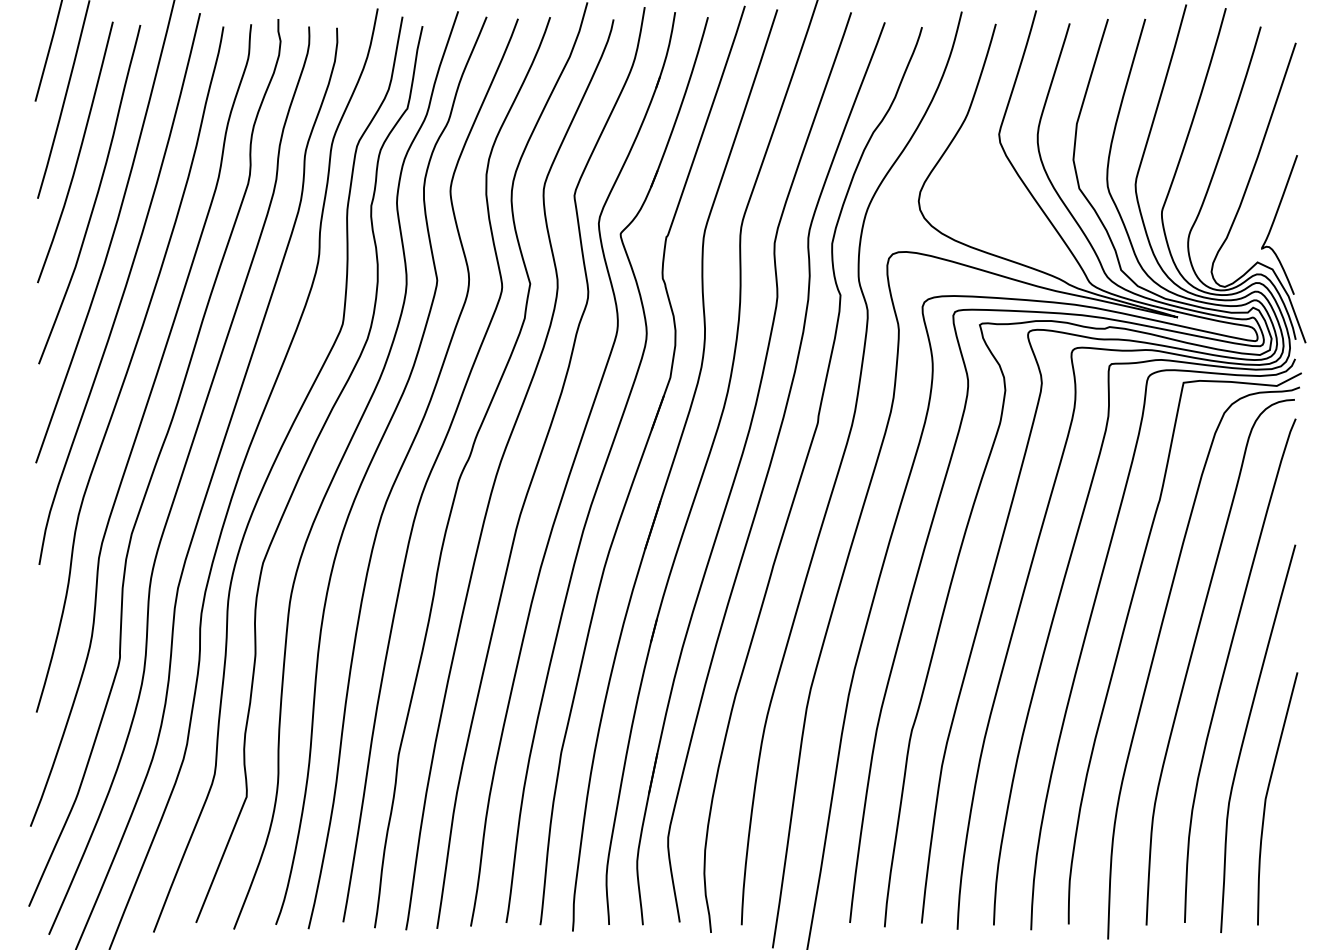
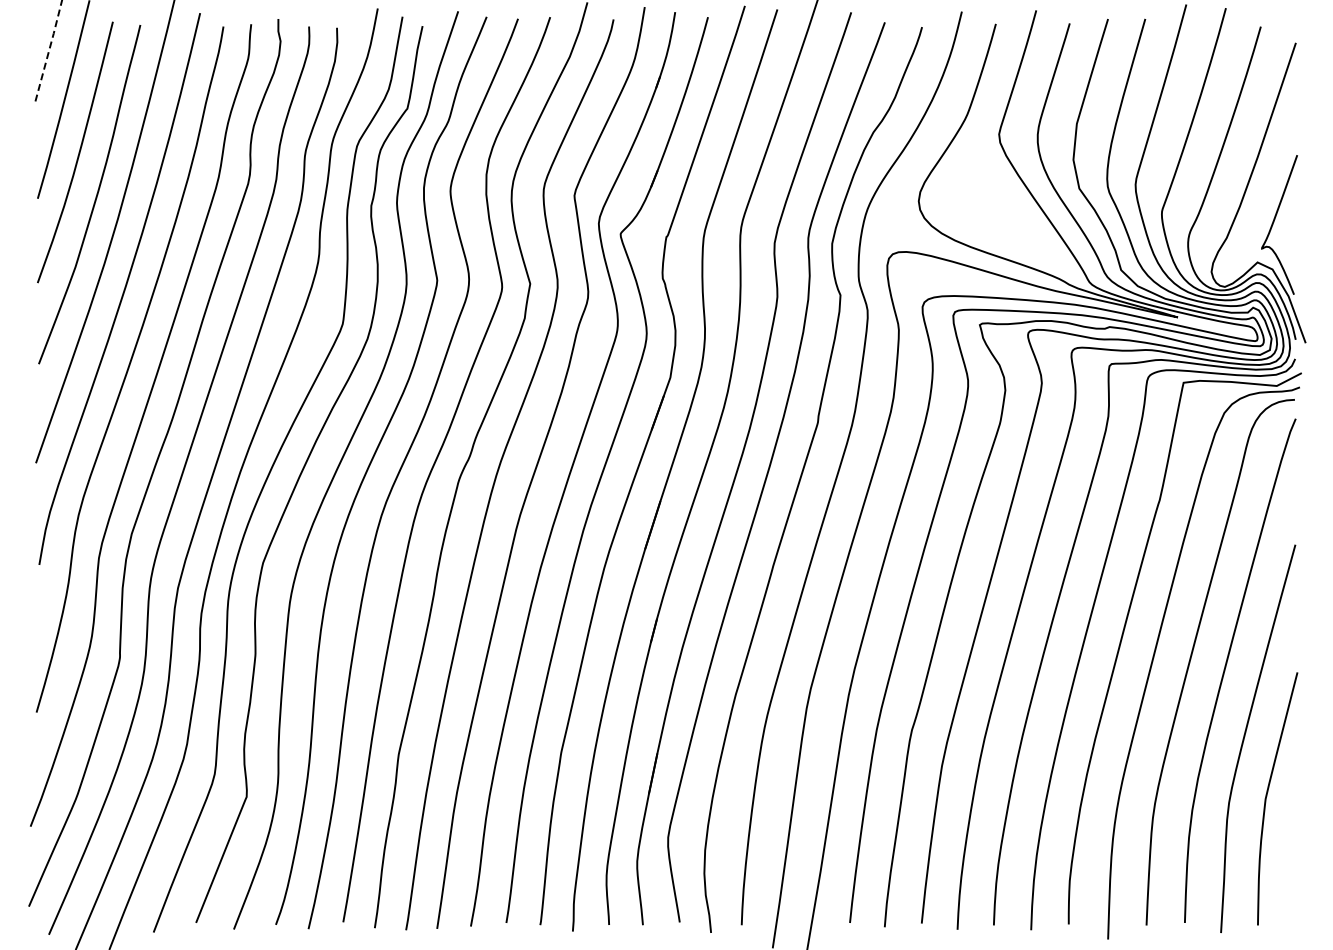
line at (49, 50): solid -> dashed
